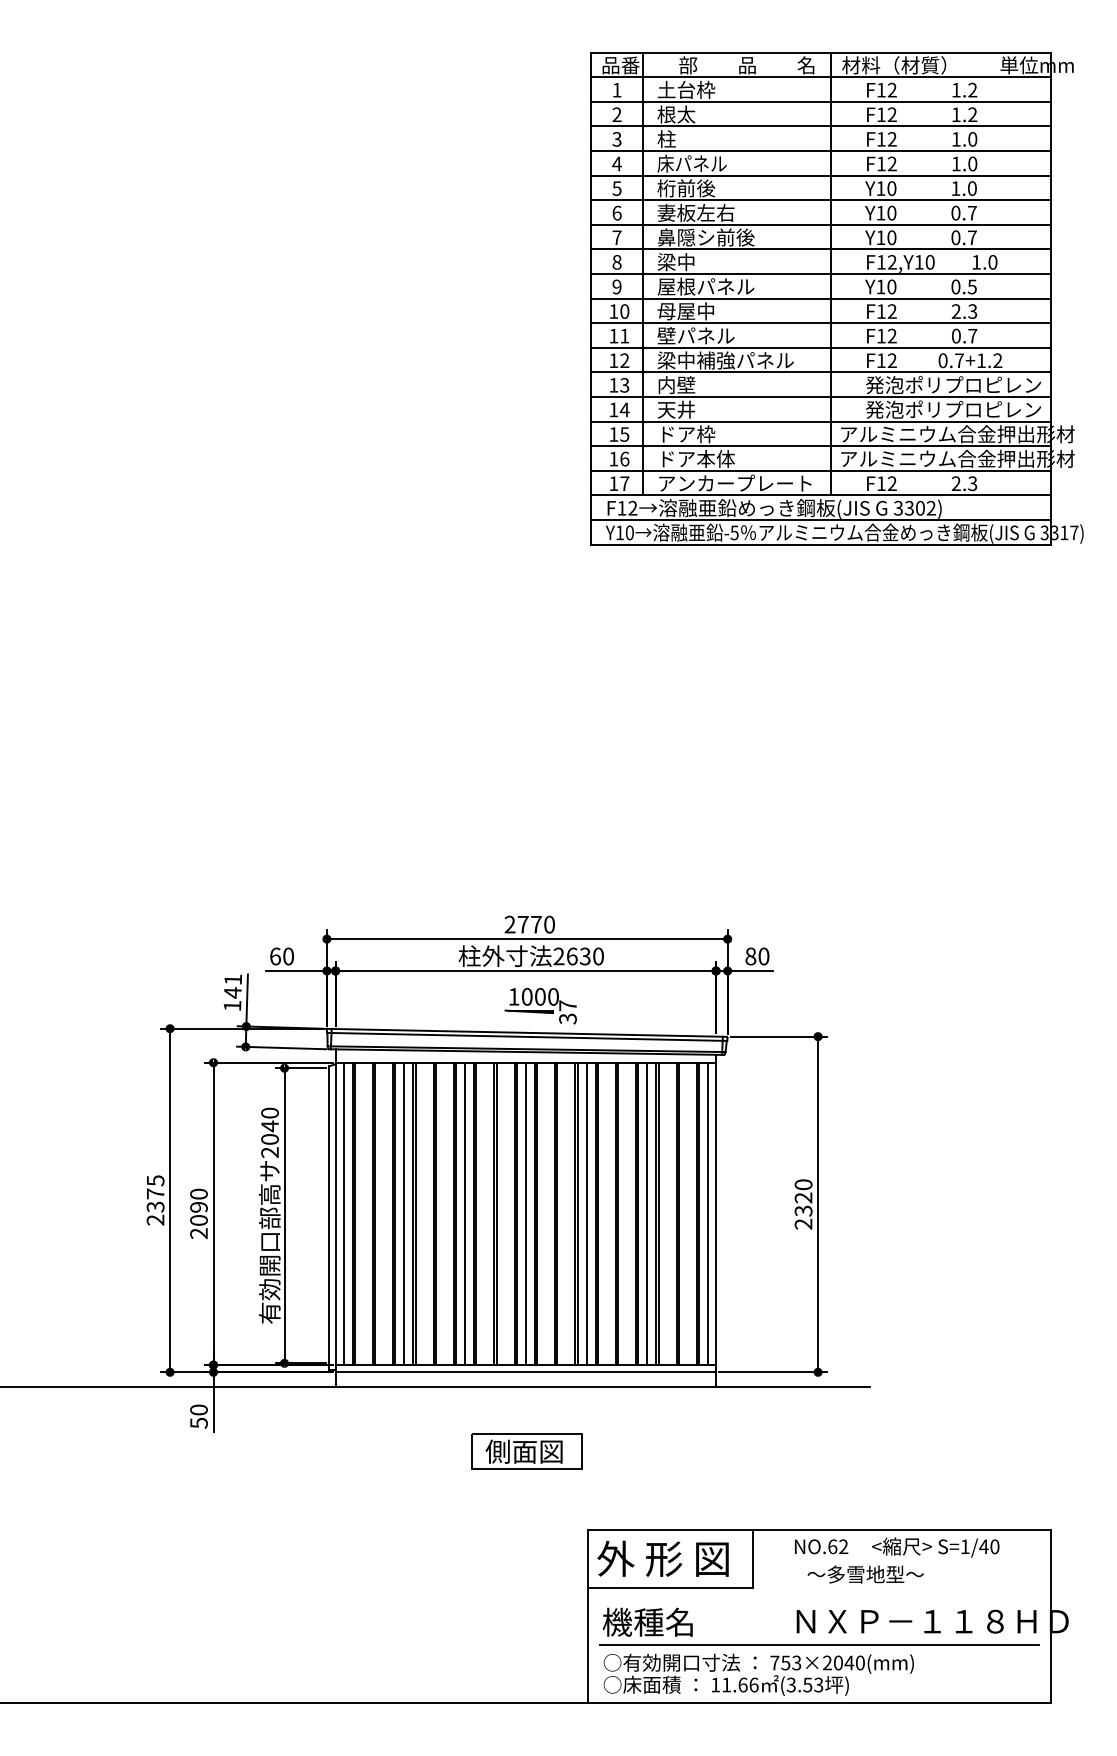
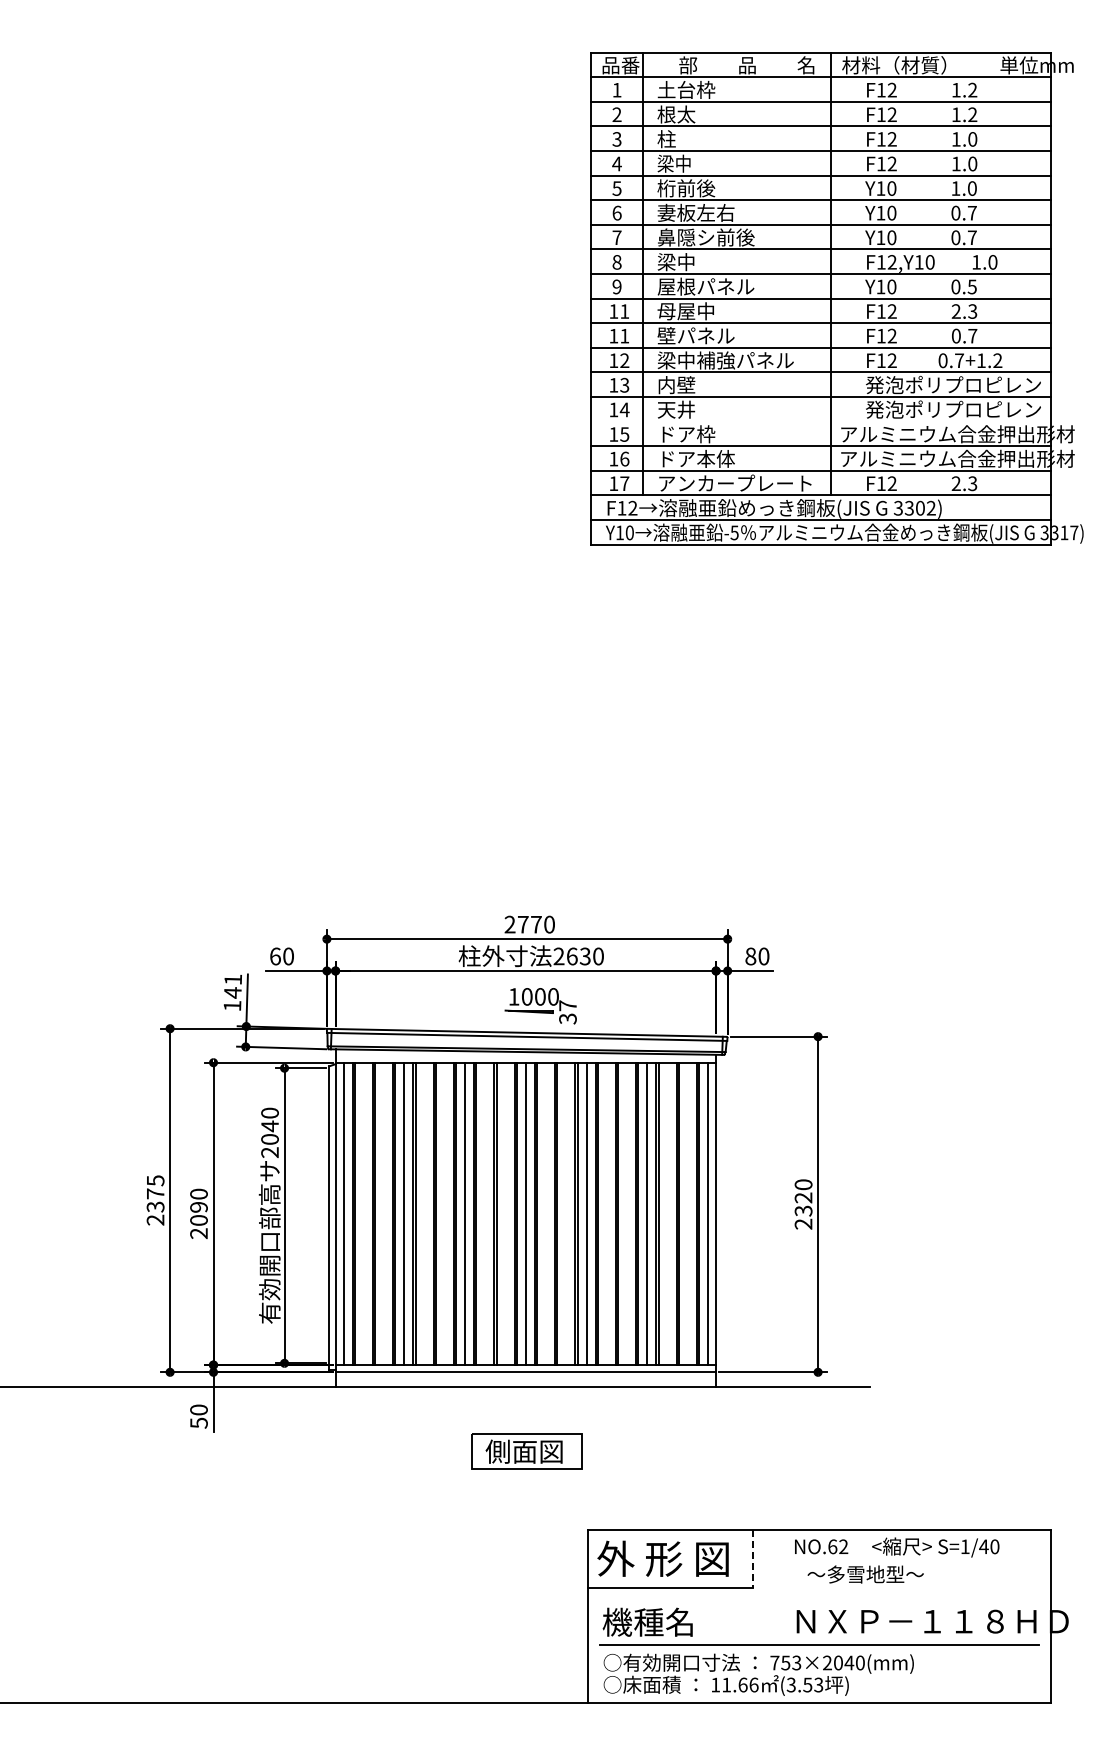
text at (691, 163): 床パネル -> 梁中
text at (624, 311): 10 -> 11
line at (820, 421): present -> none
line at (753, 1558): solid -> dashed
